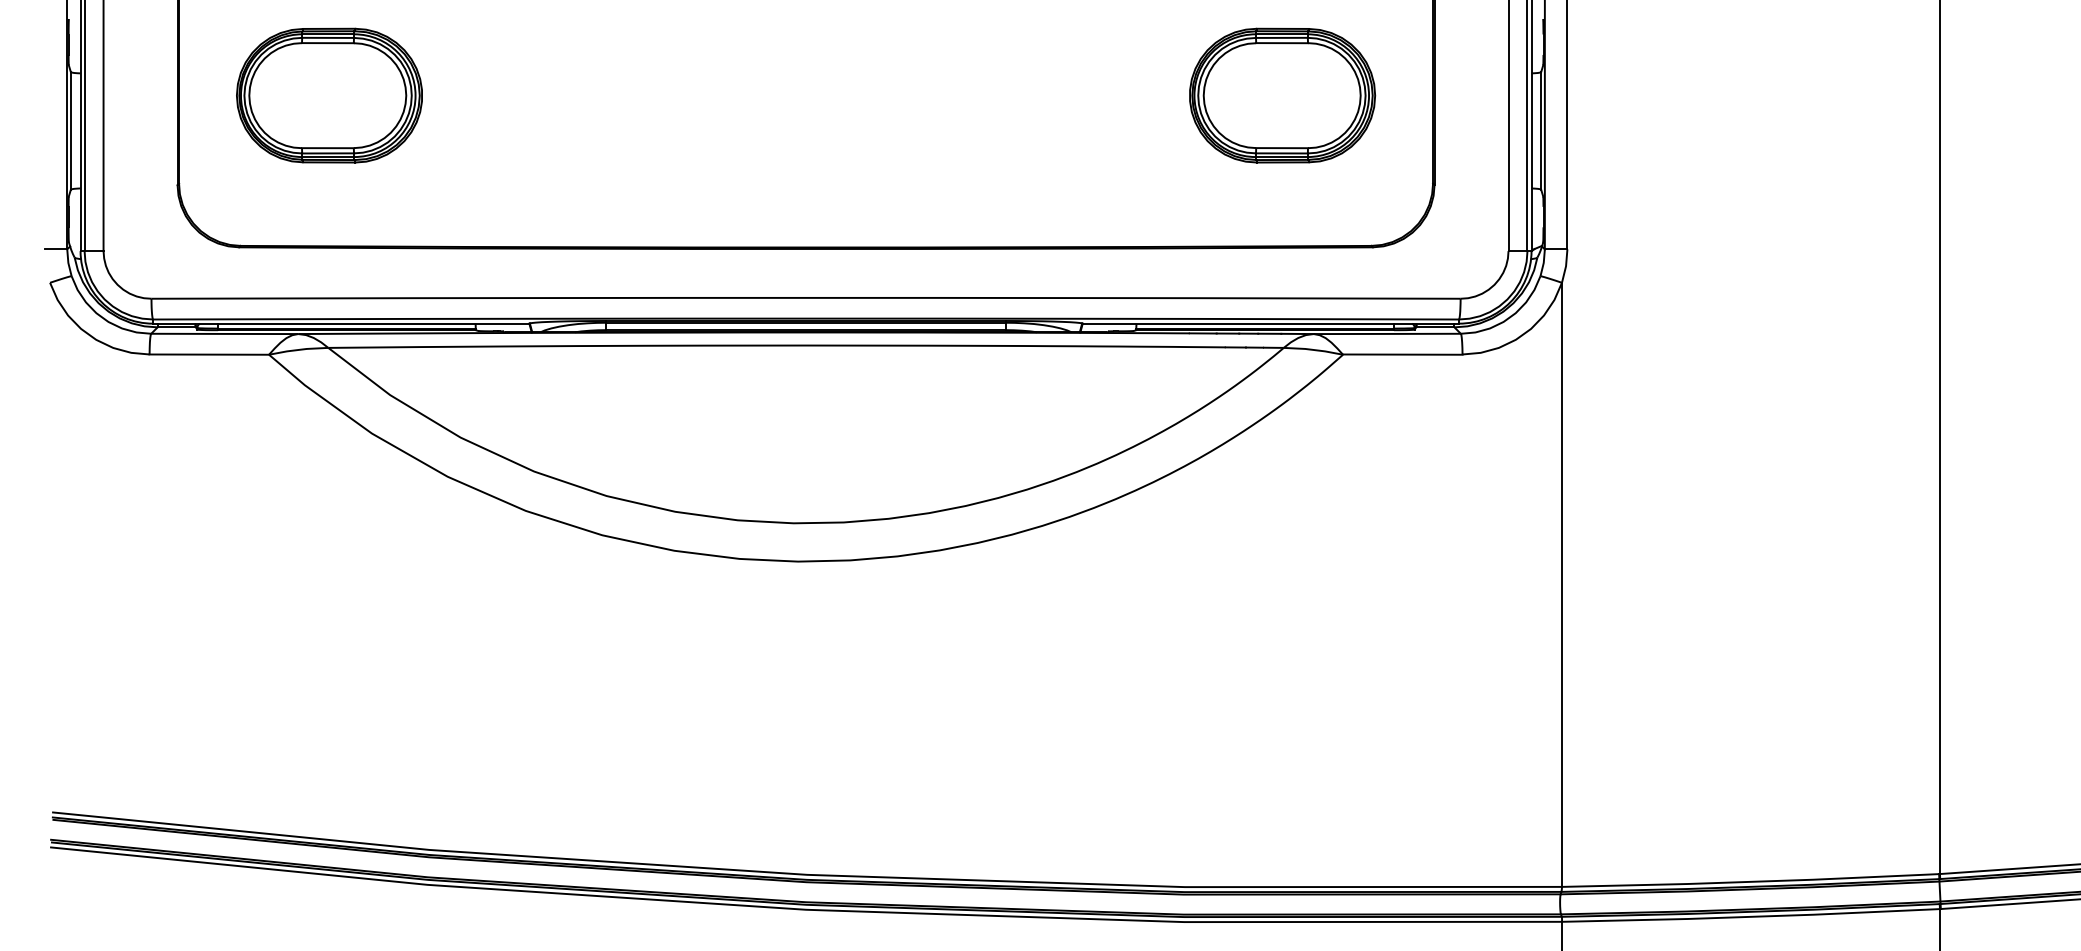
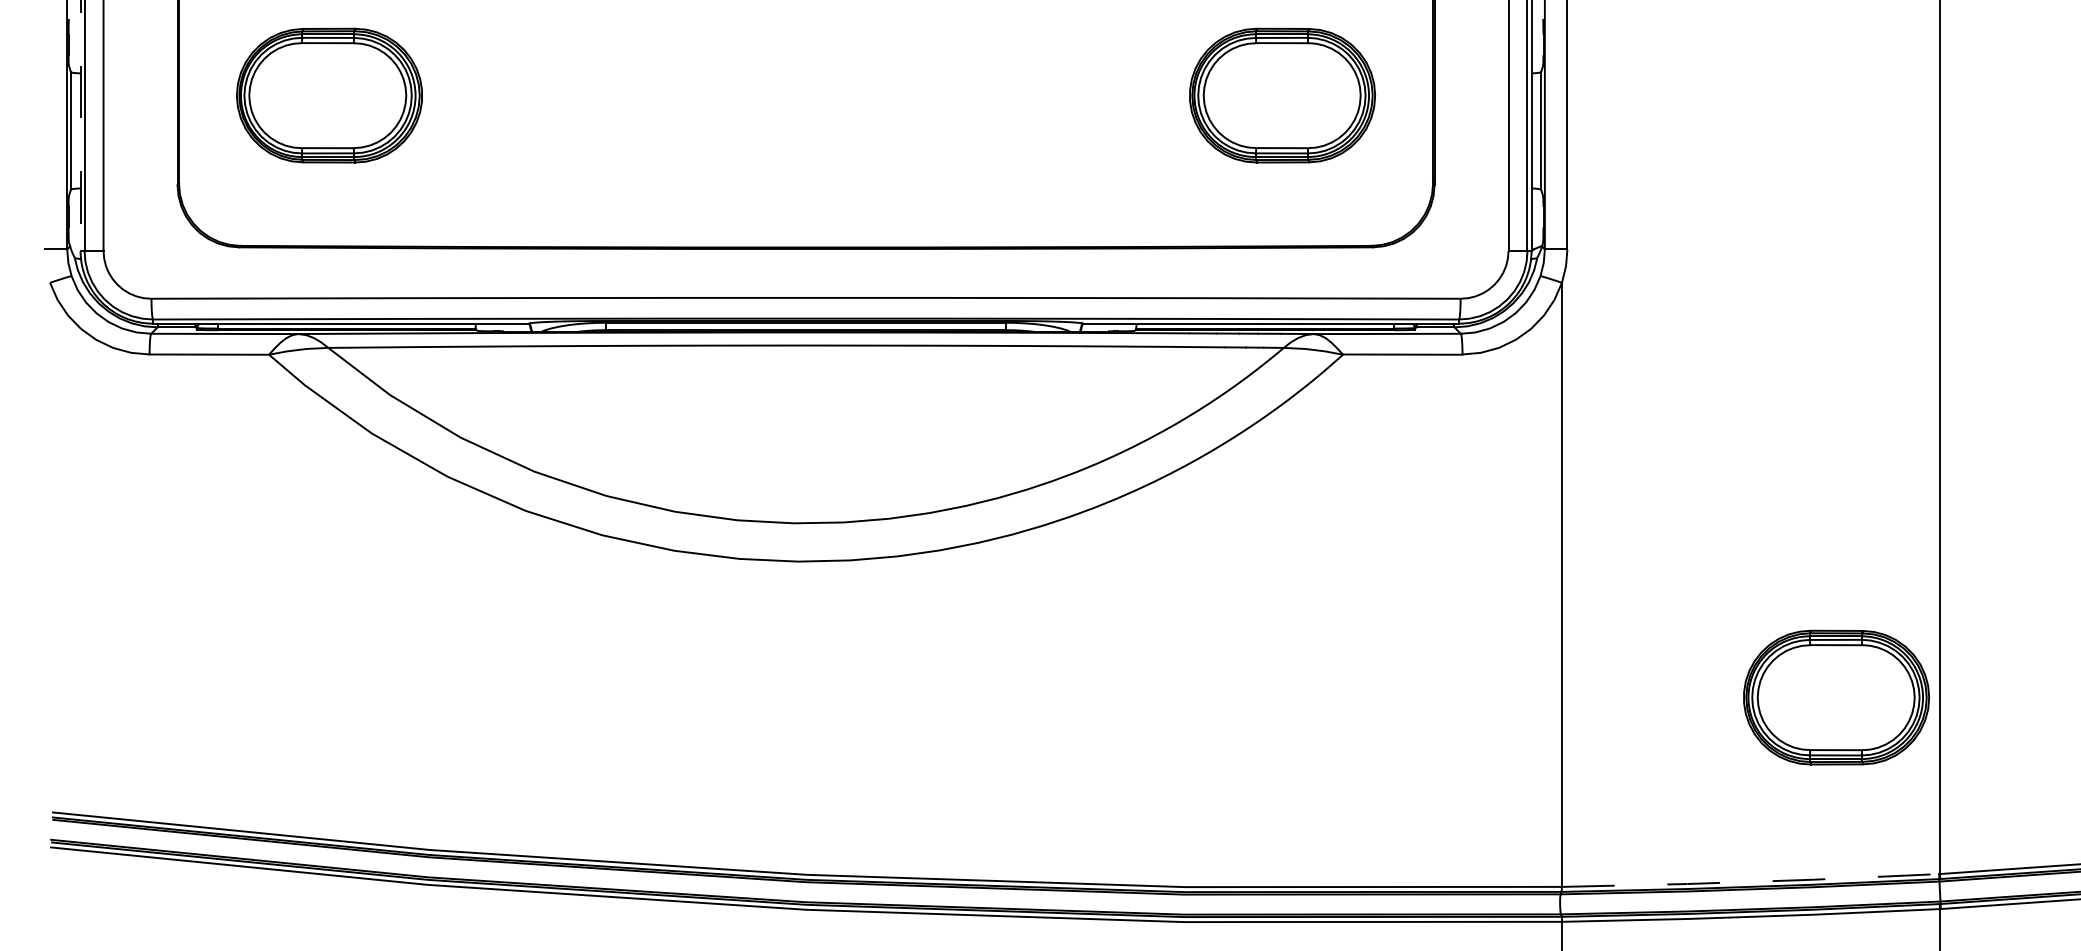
line at (80, 126): solid -> dashed
part at (1836, 697): none -> present
line at (1751, 881): solid -> dashed
